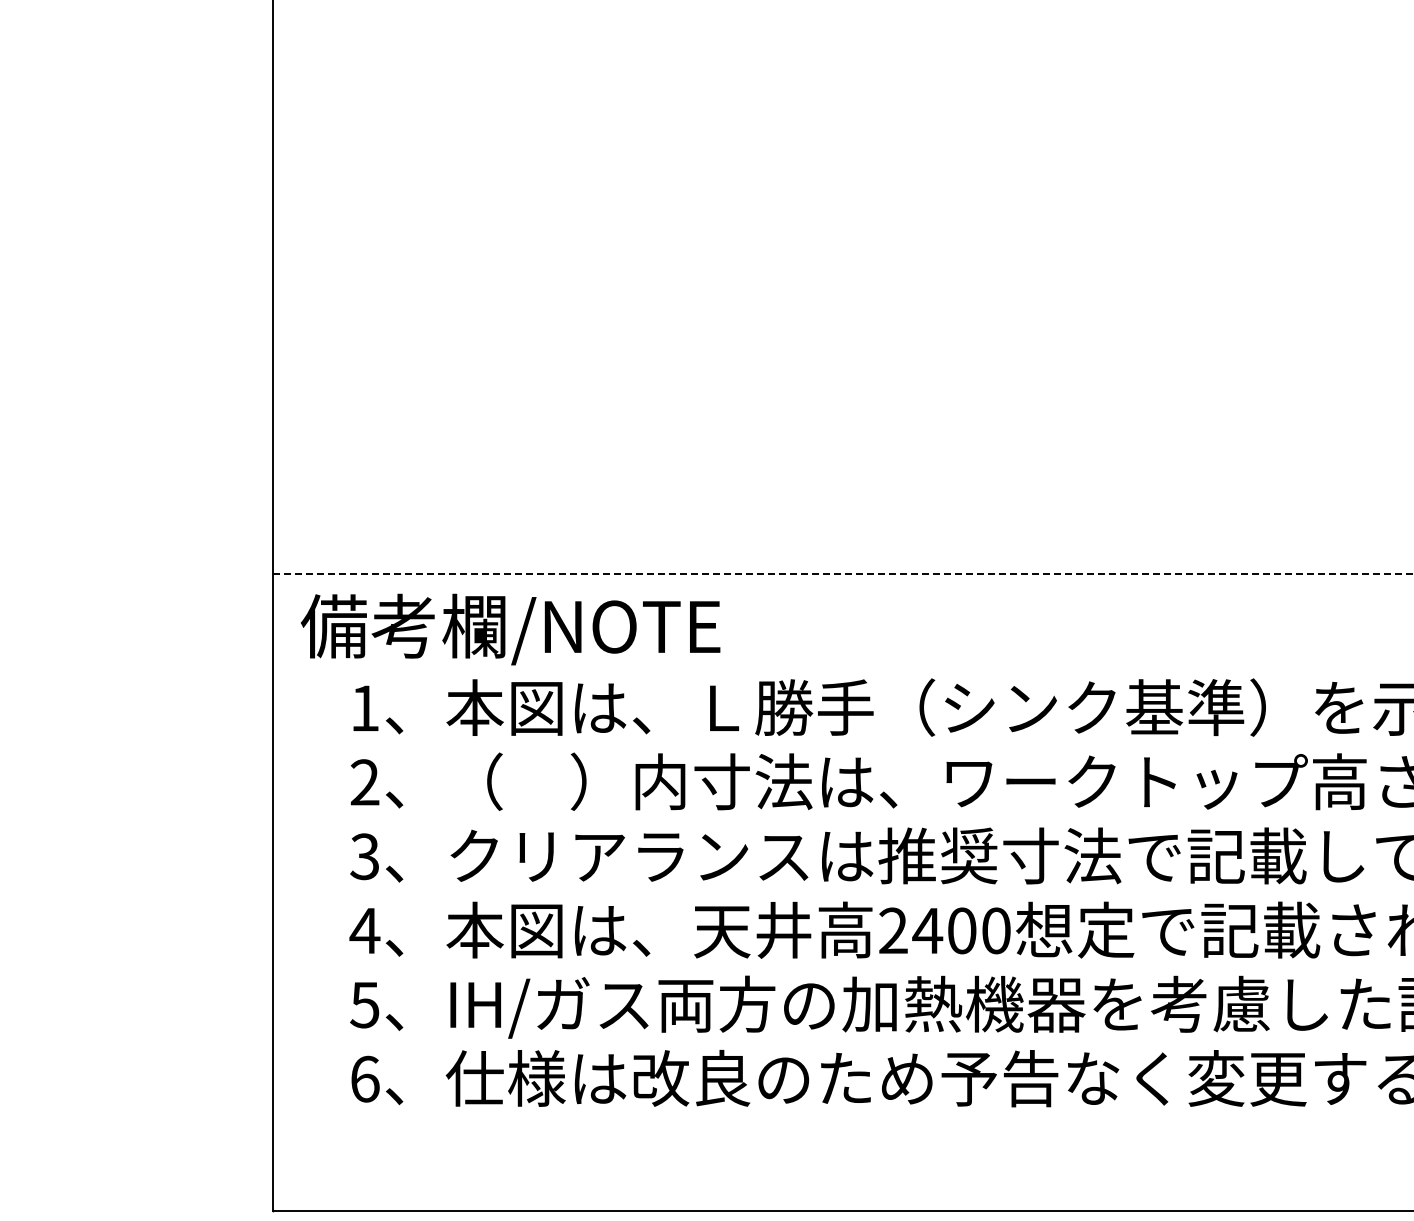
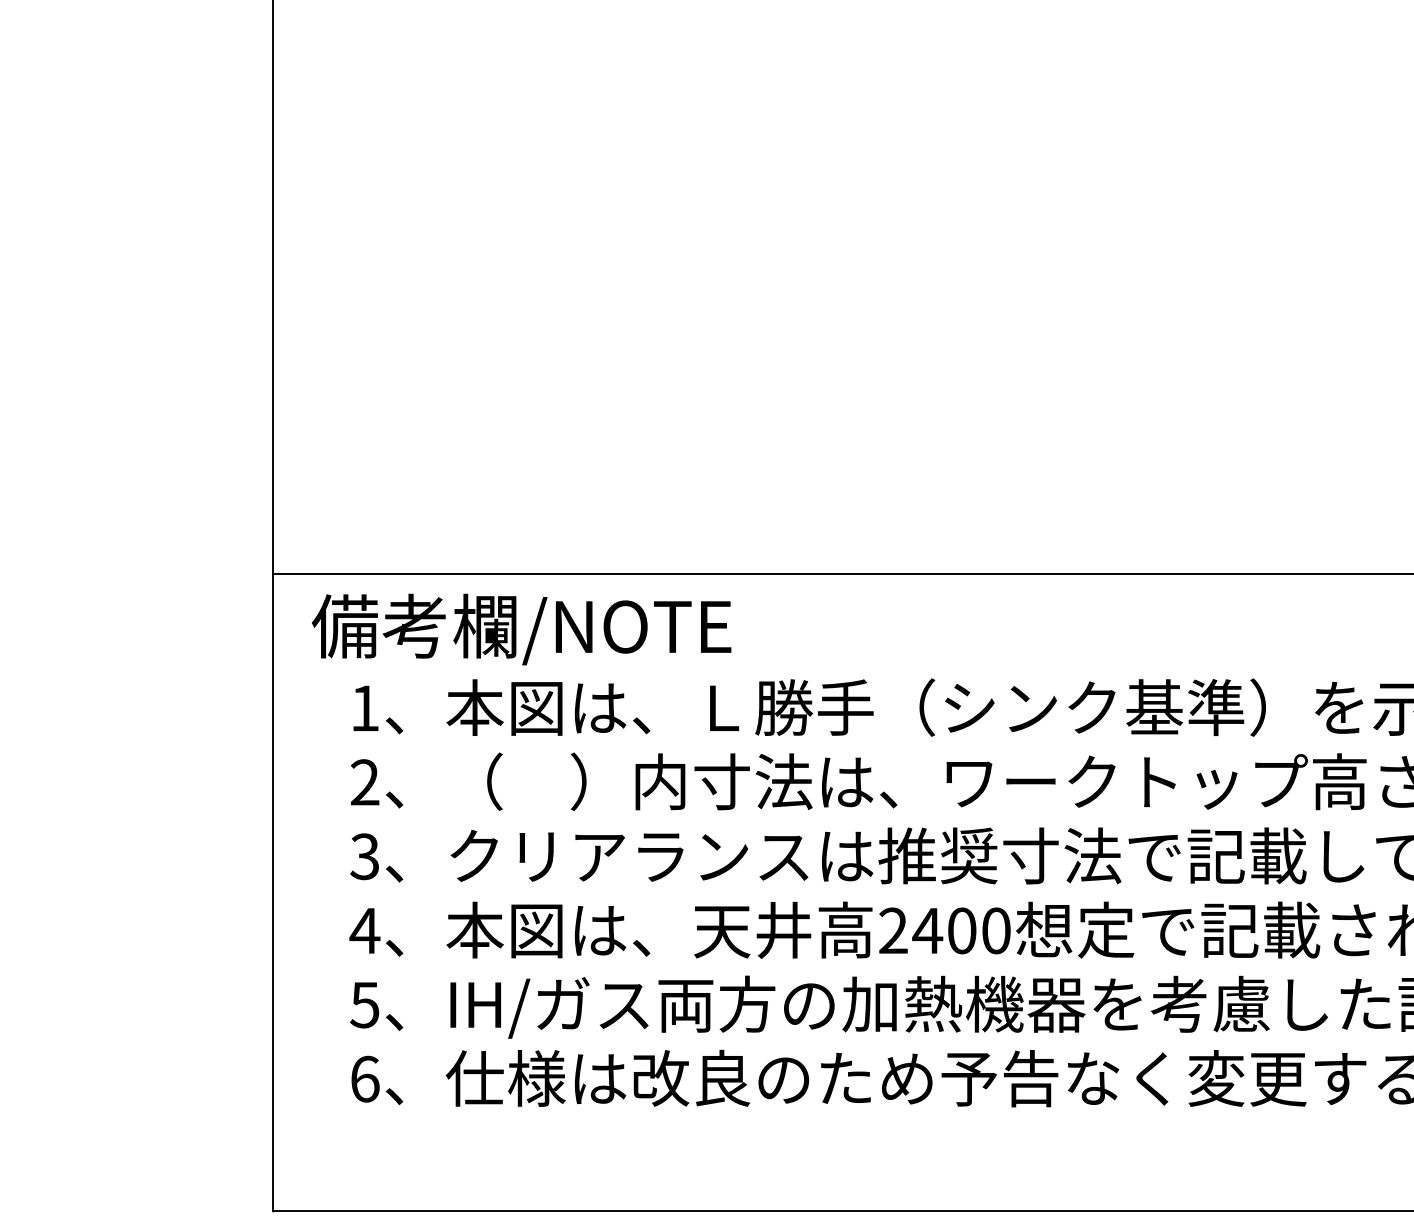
line at (843, 573): dashed -> solid
text at (510, 629) position: (510, 629) -> (521, 629)
